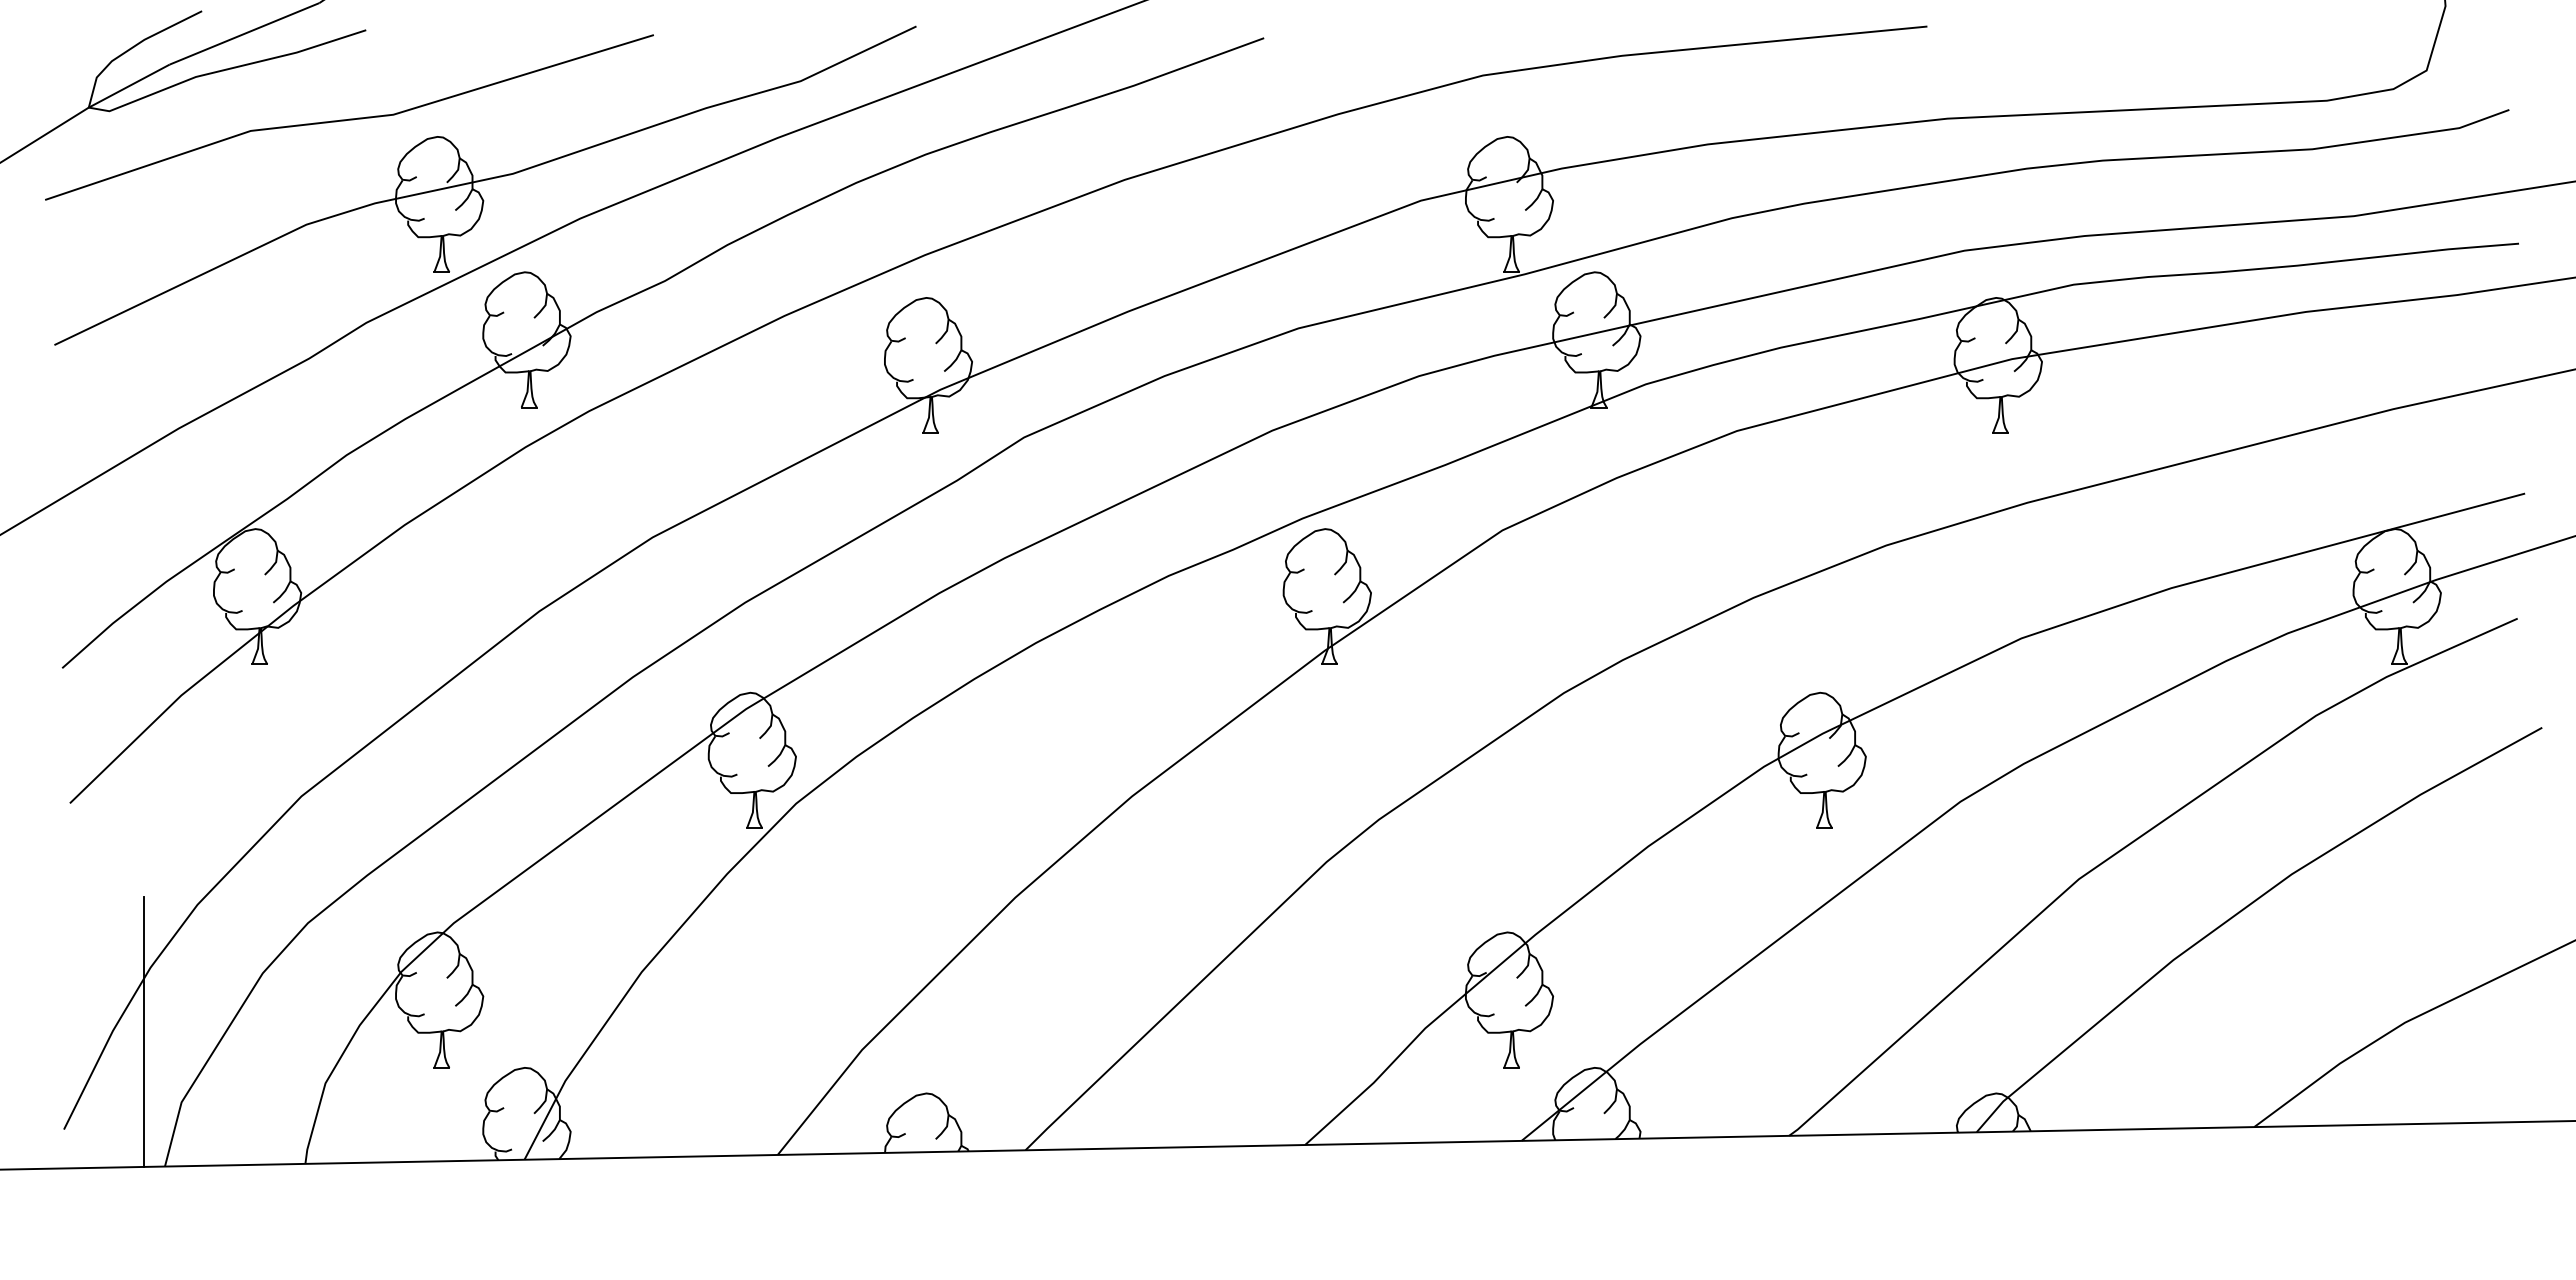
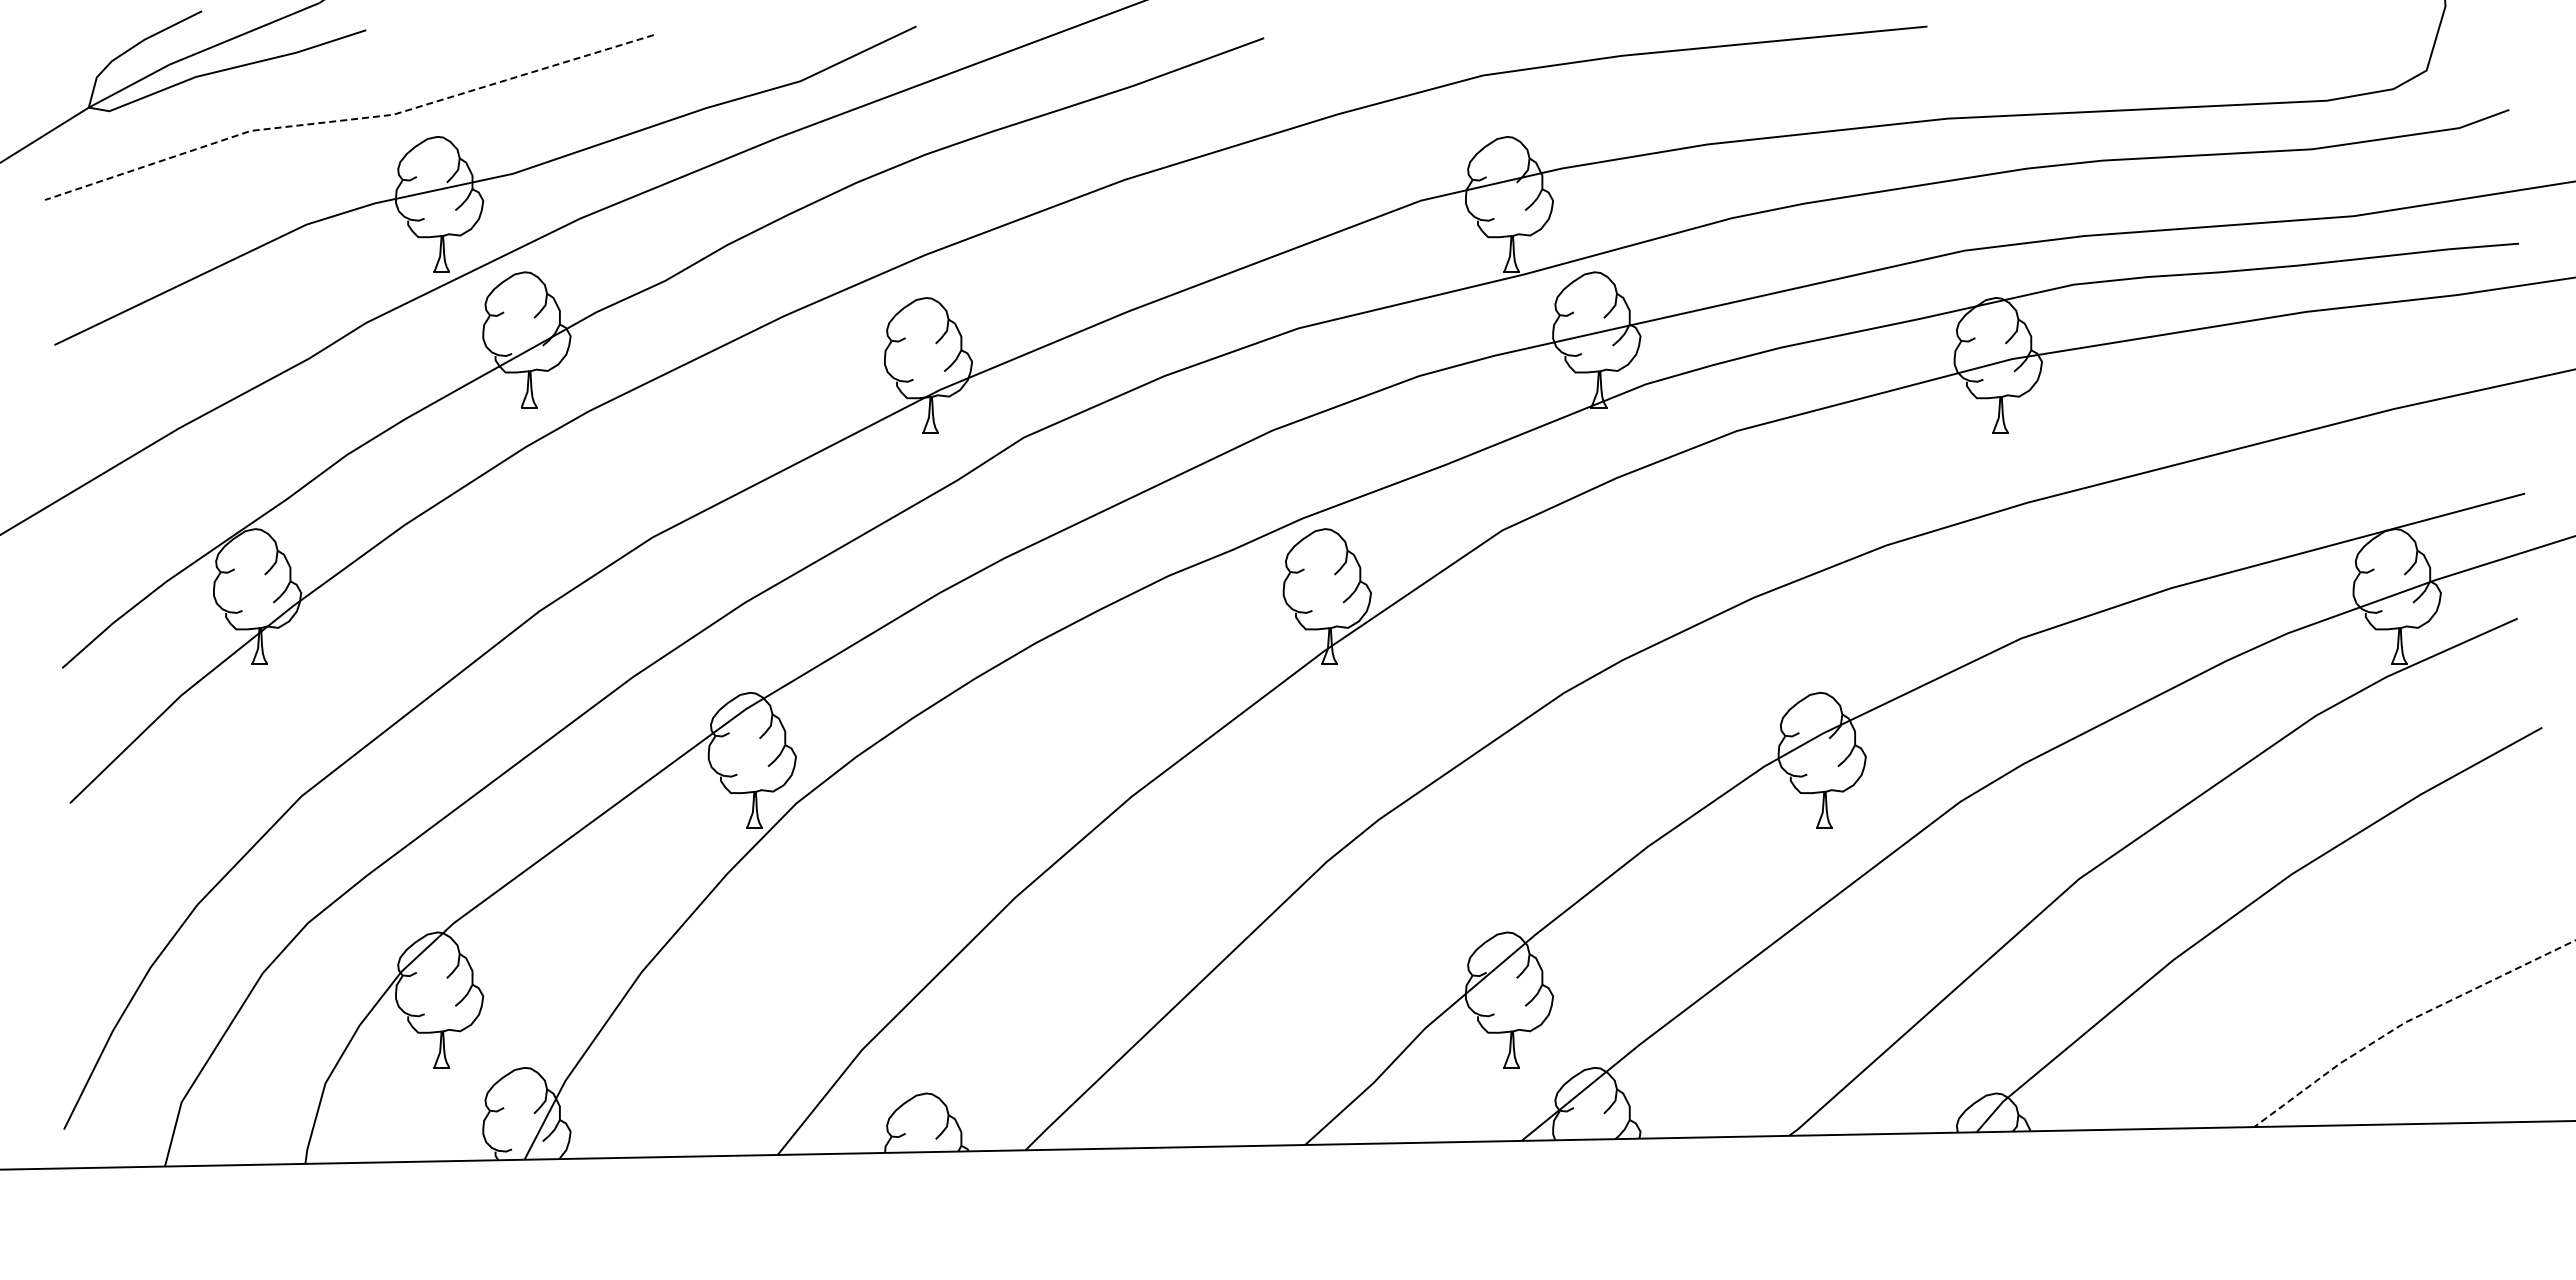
line at (349, 119): solid -> dashed
line at (2405, 1022): solid -> dashed
line at (144, 1031): present -> none
